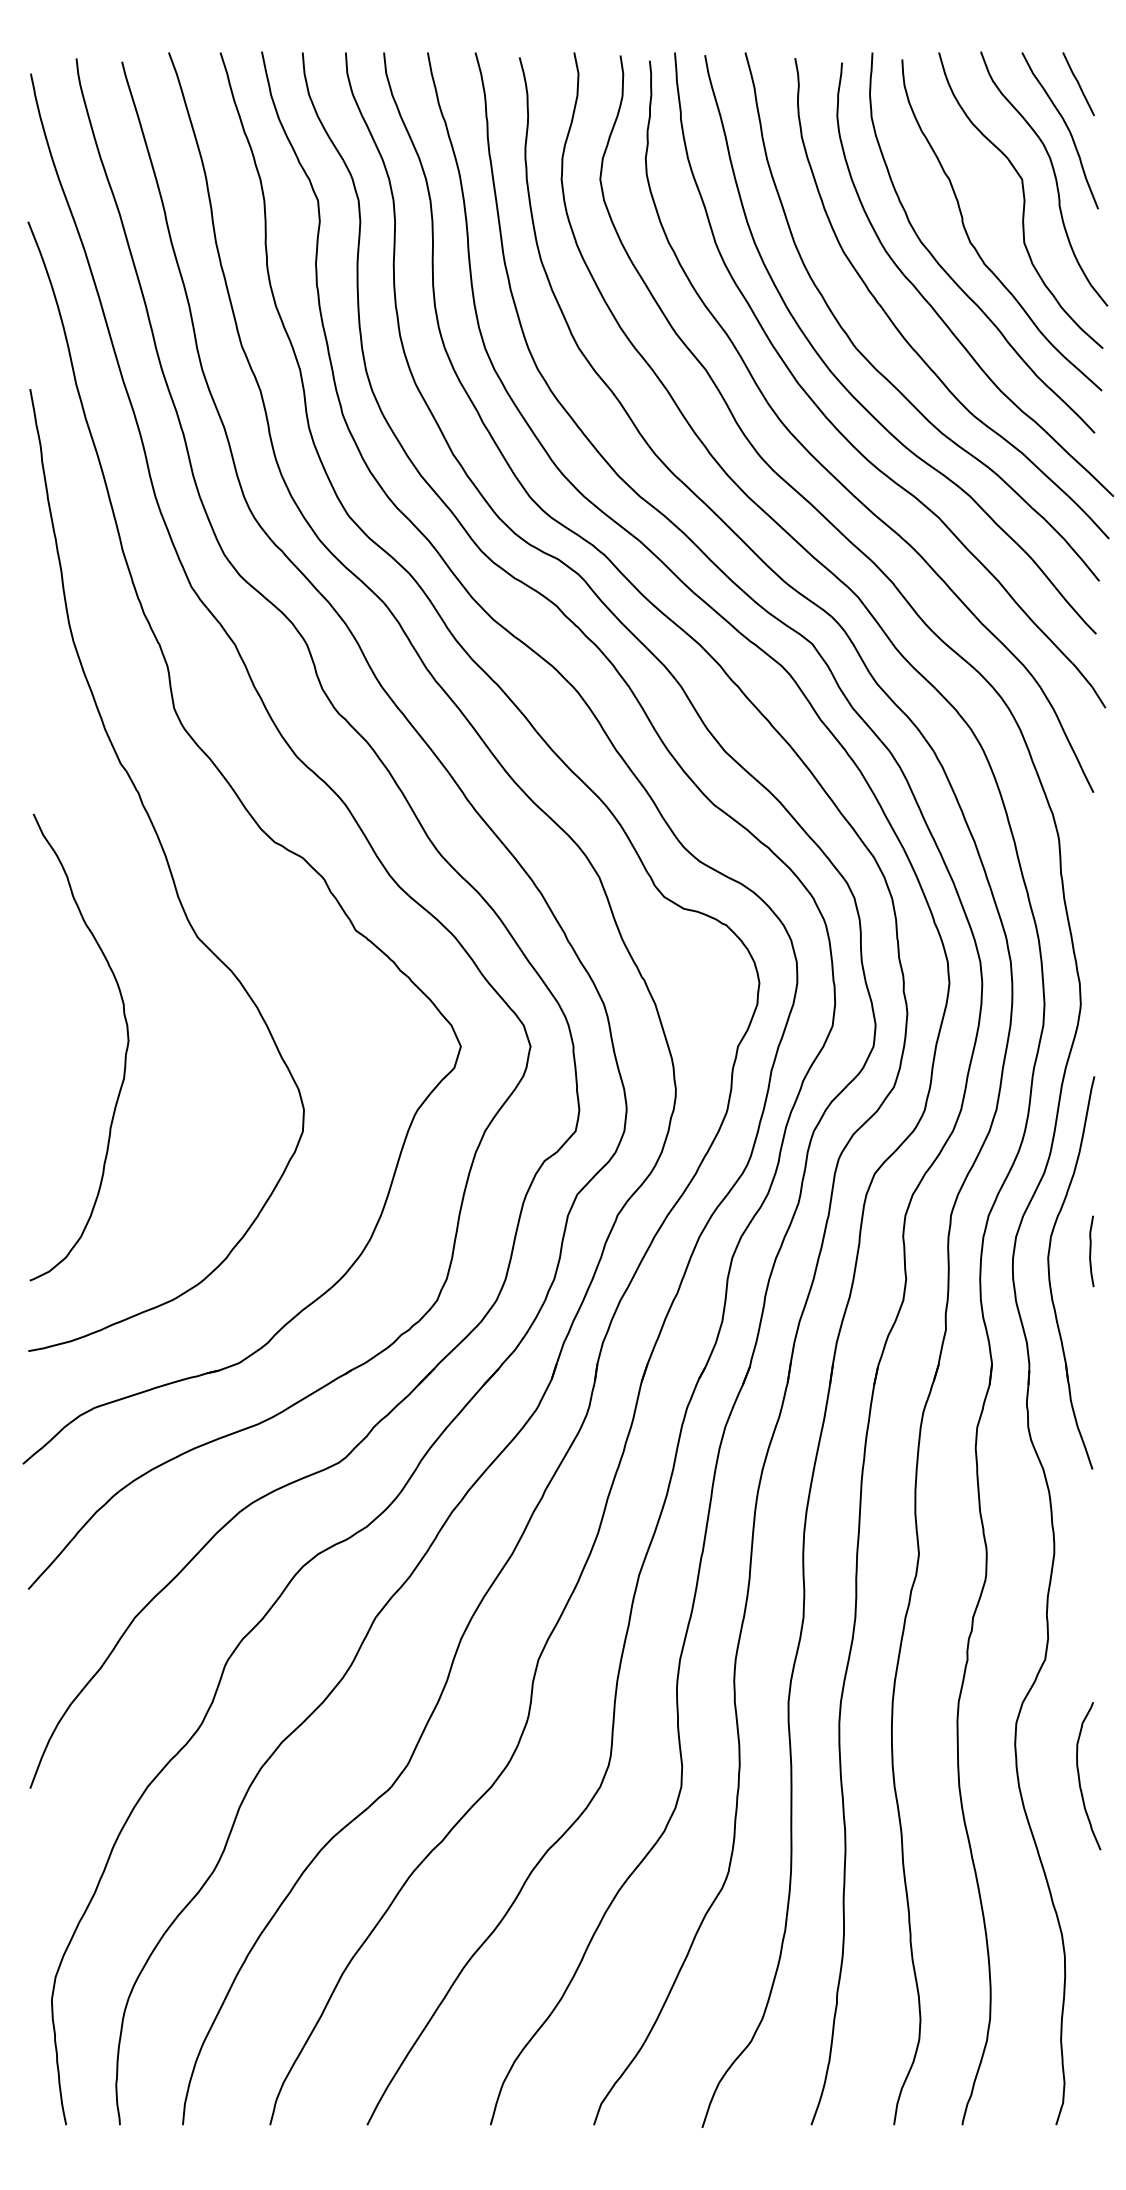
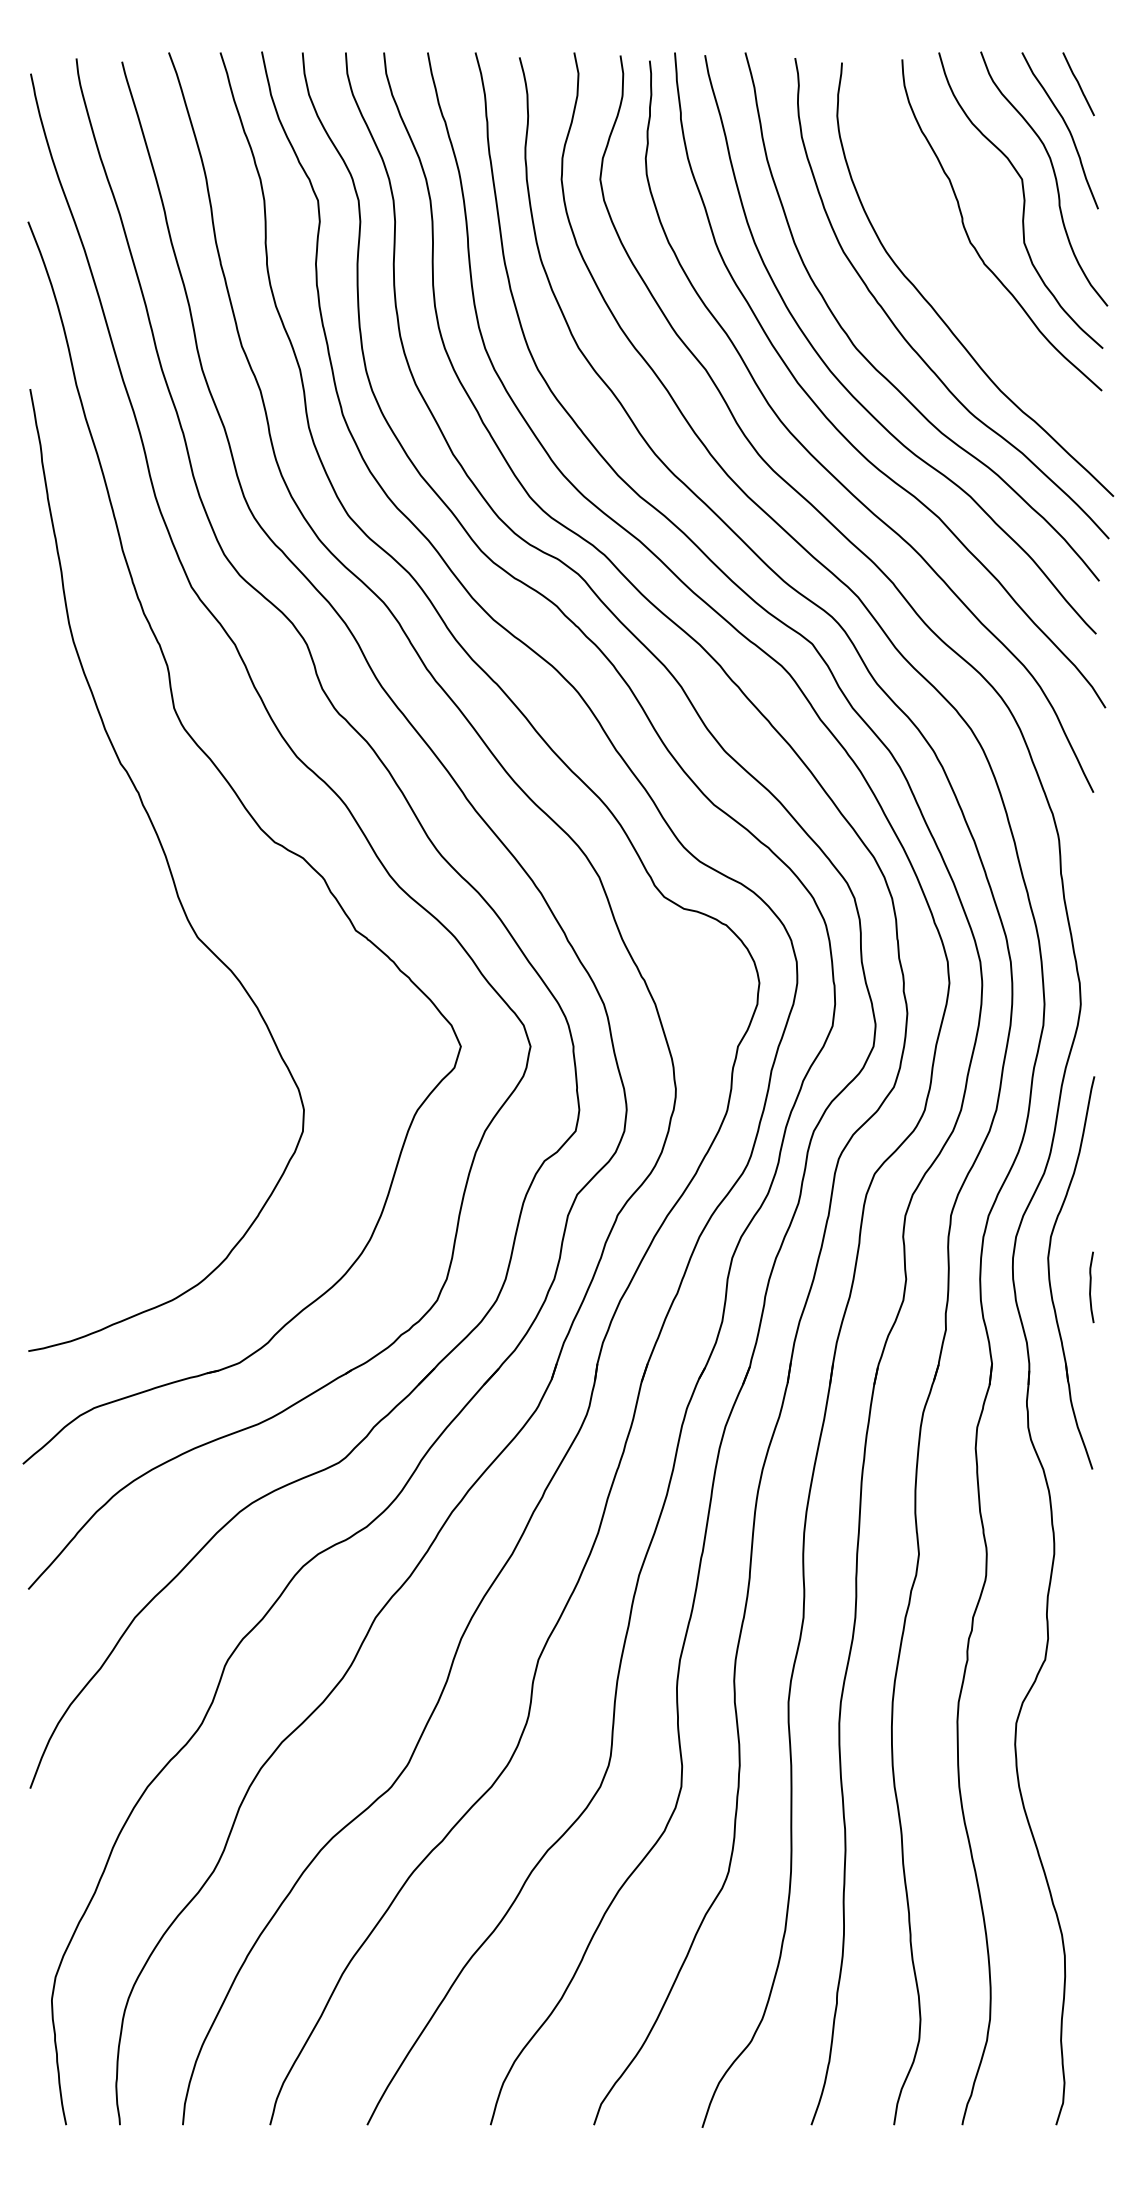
curve at (949, 274): present -> none
curve at (124, 1056): present -> none
curve at (1091, 1251) position: (1091, 1251) -> (1091, 1287)
curve at (1080, 1779): present -> none
